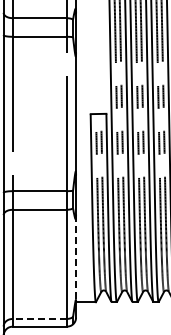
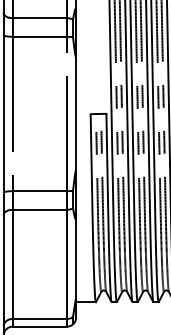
line at (76, 258): dashed -> solid
line at (39, 318): dashed -> solid
